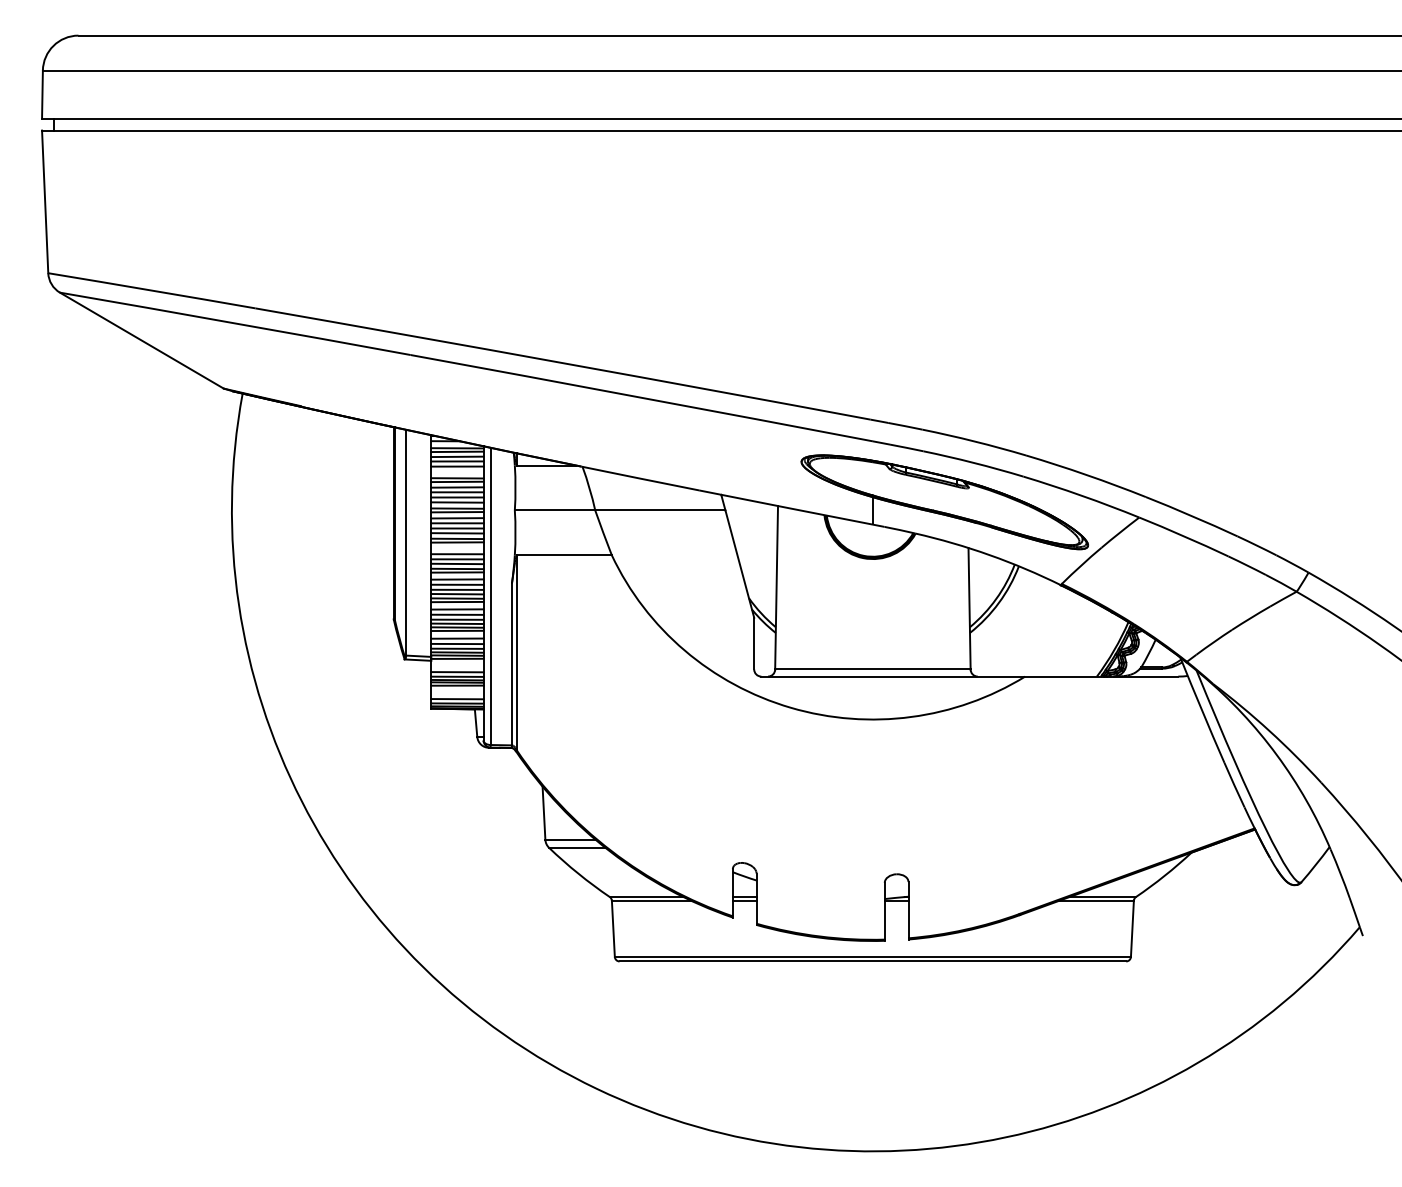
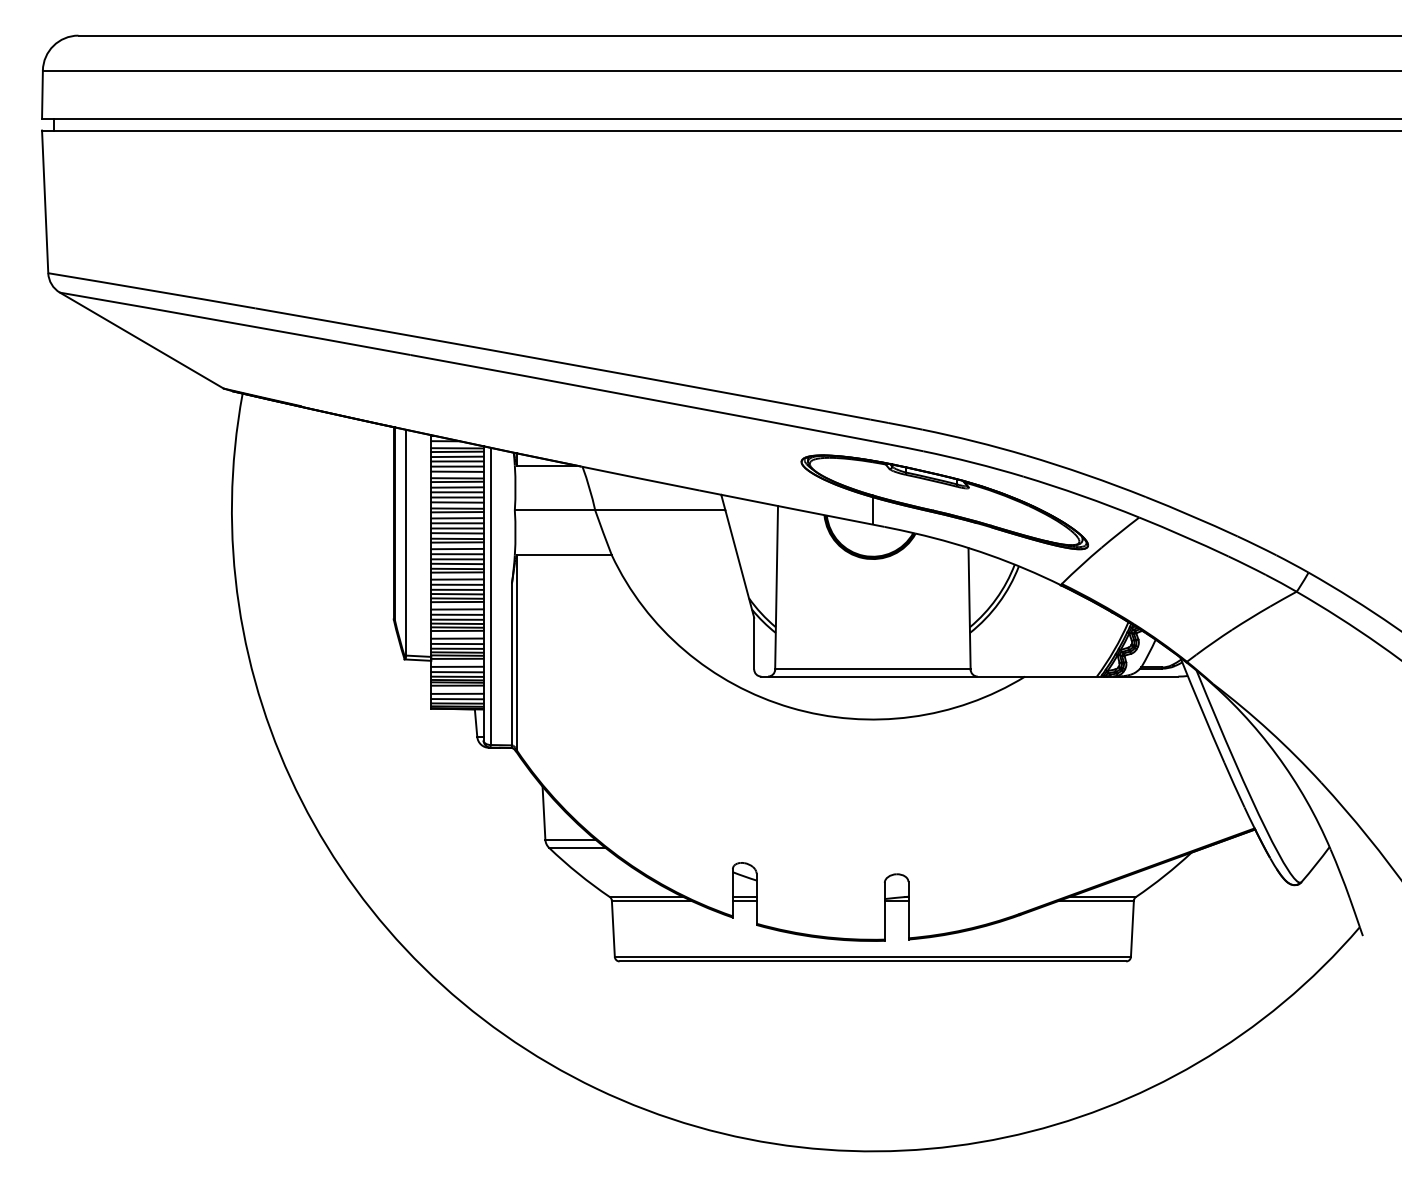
line at (457, 471): none -> present
line at (457, 548): none -> present
line at (457, 666): none -> present
line at (457, 693): none -> present
